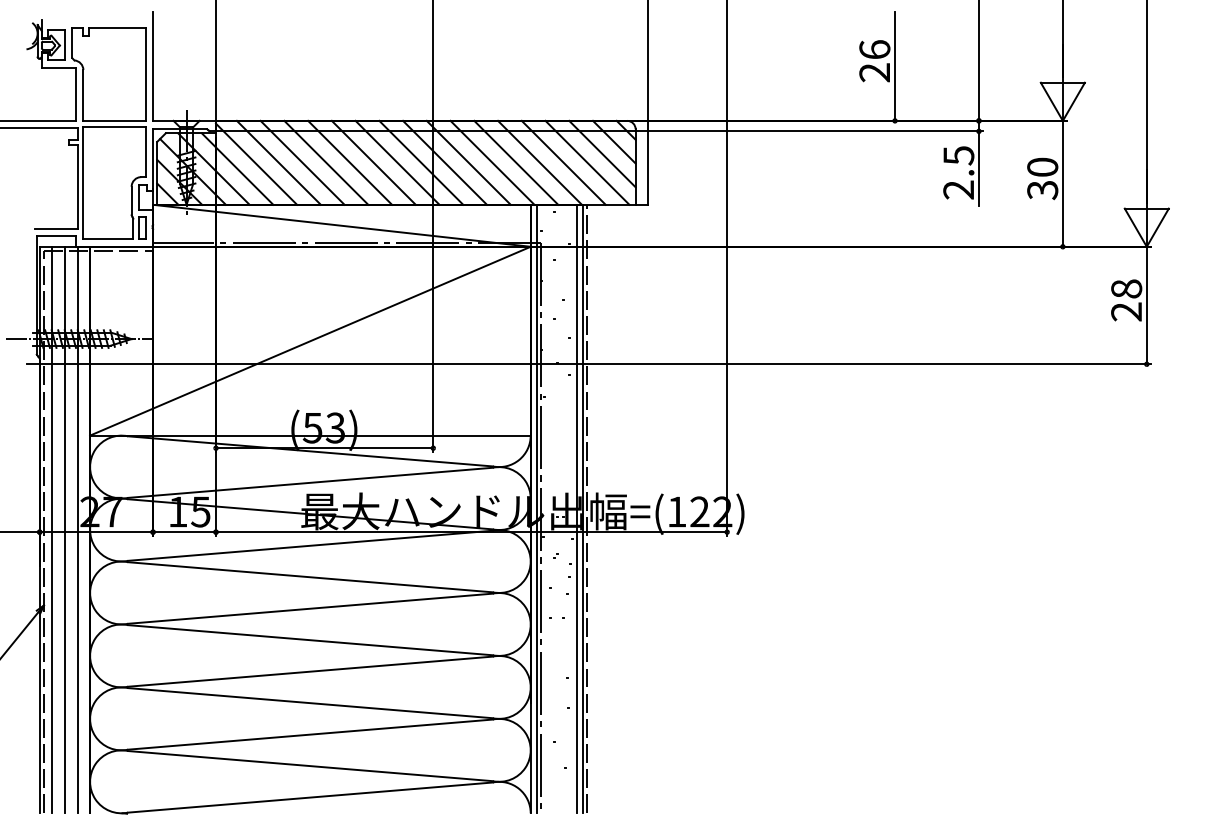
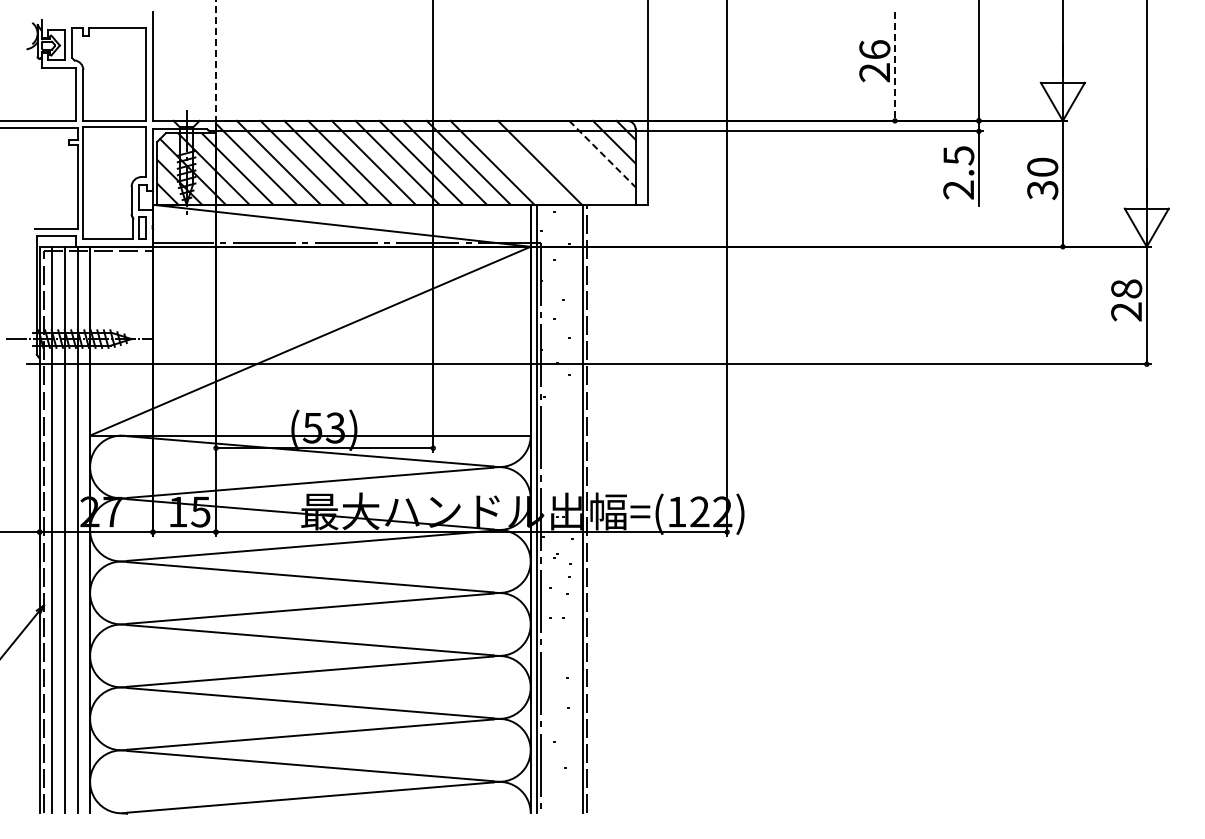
line at (216, 61): solid -> dashed
line at (895, 66): solid -> dashed
line at (602, 154): solid -> dashed
line at (516, 162): present -> none
line at (563, 162): present -> none
line at (587, 162): present -> none
line at (576, 508): present -> none
